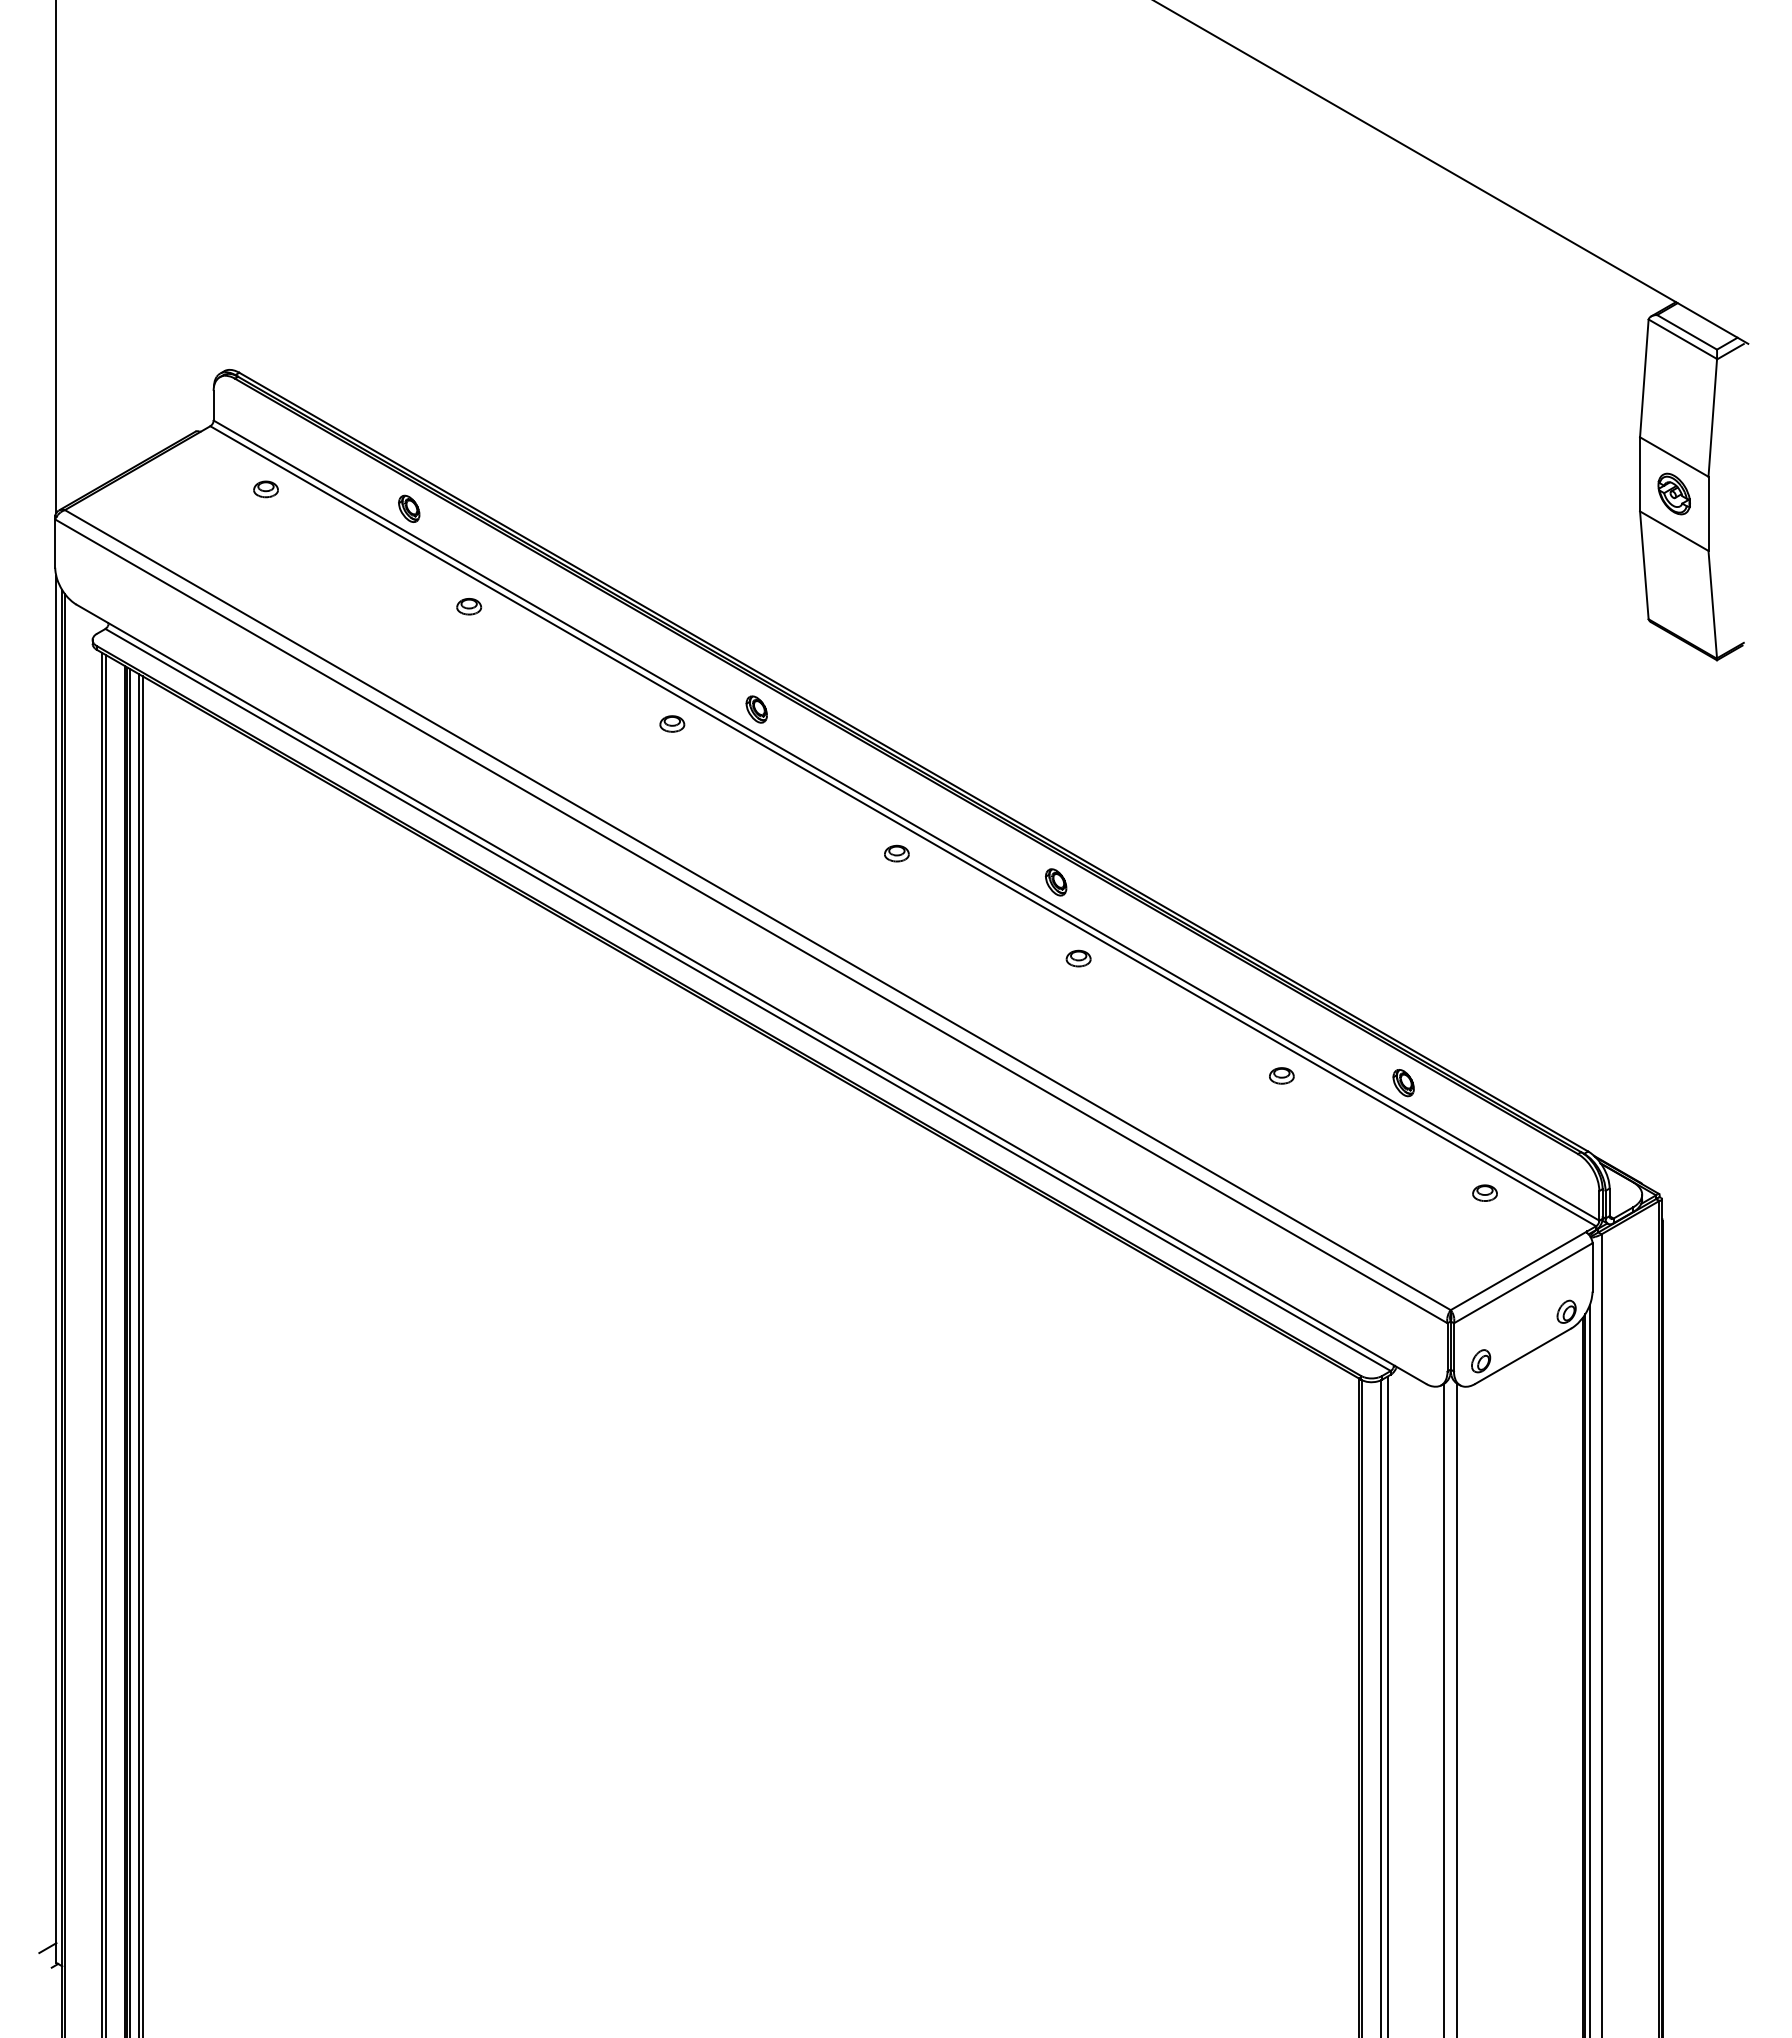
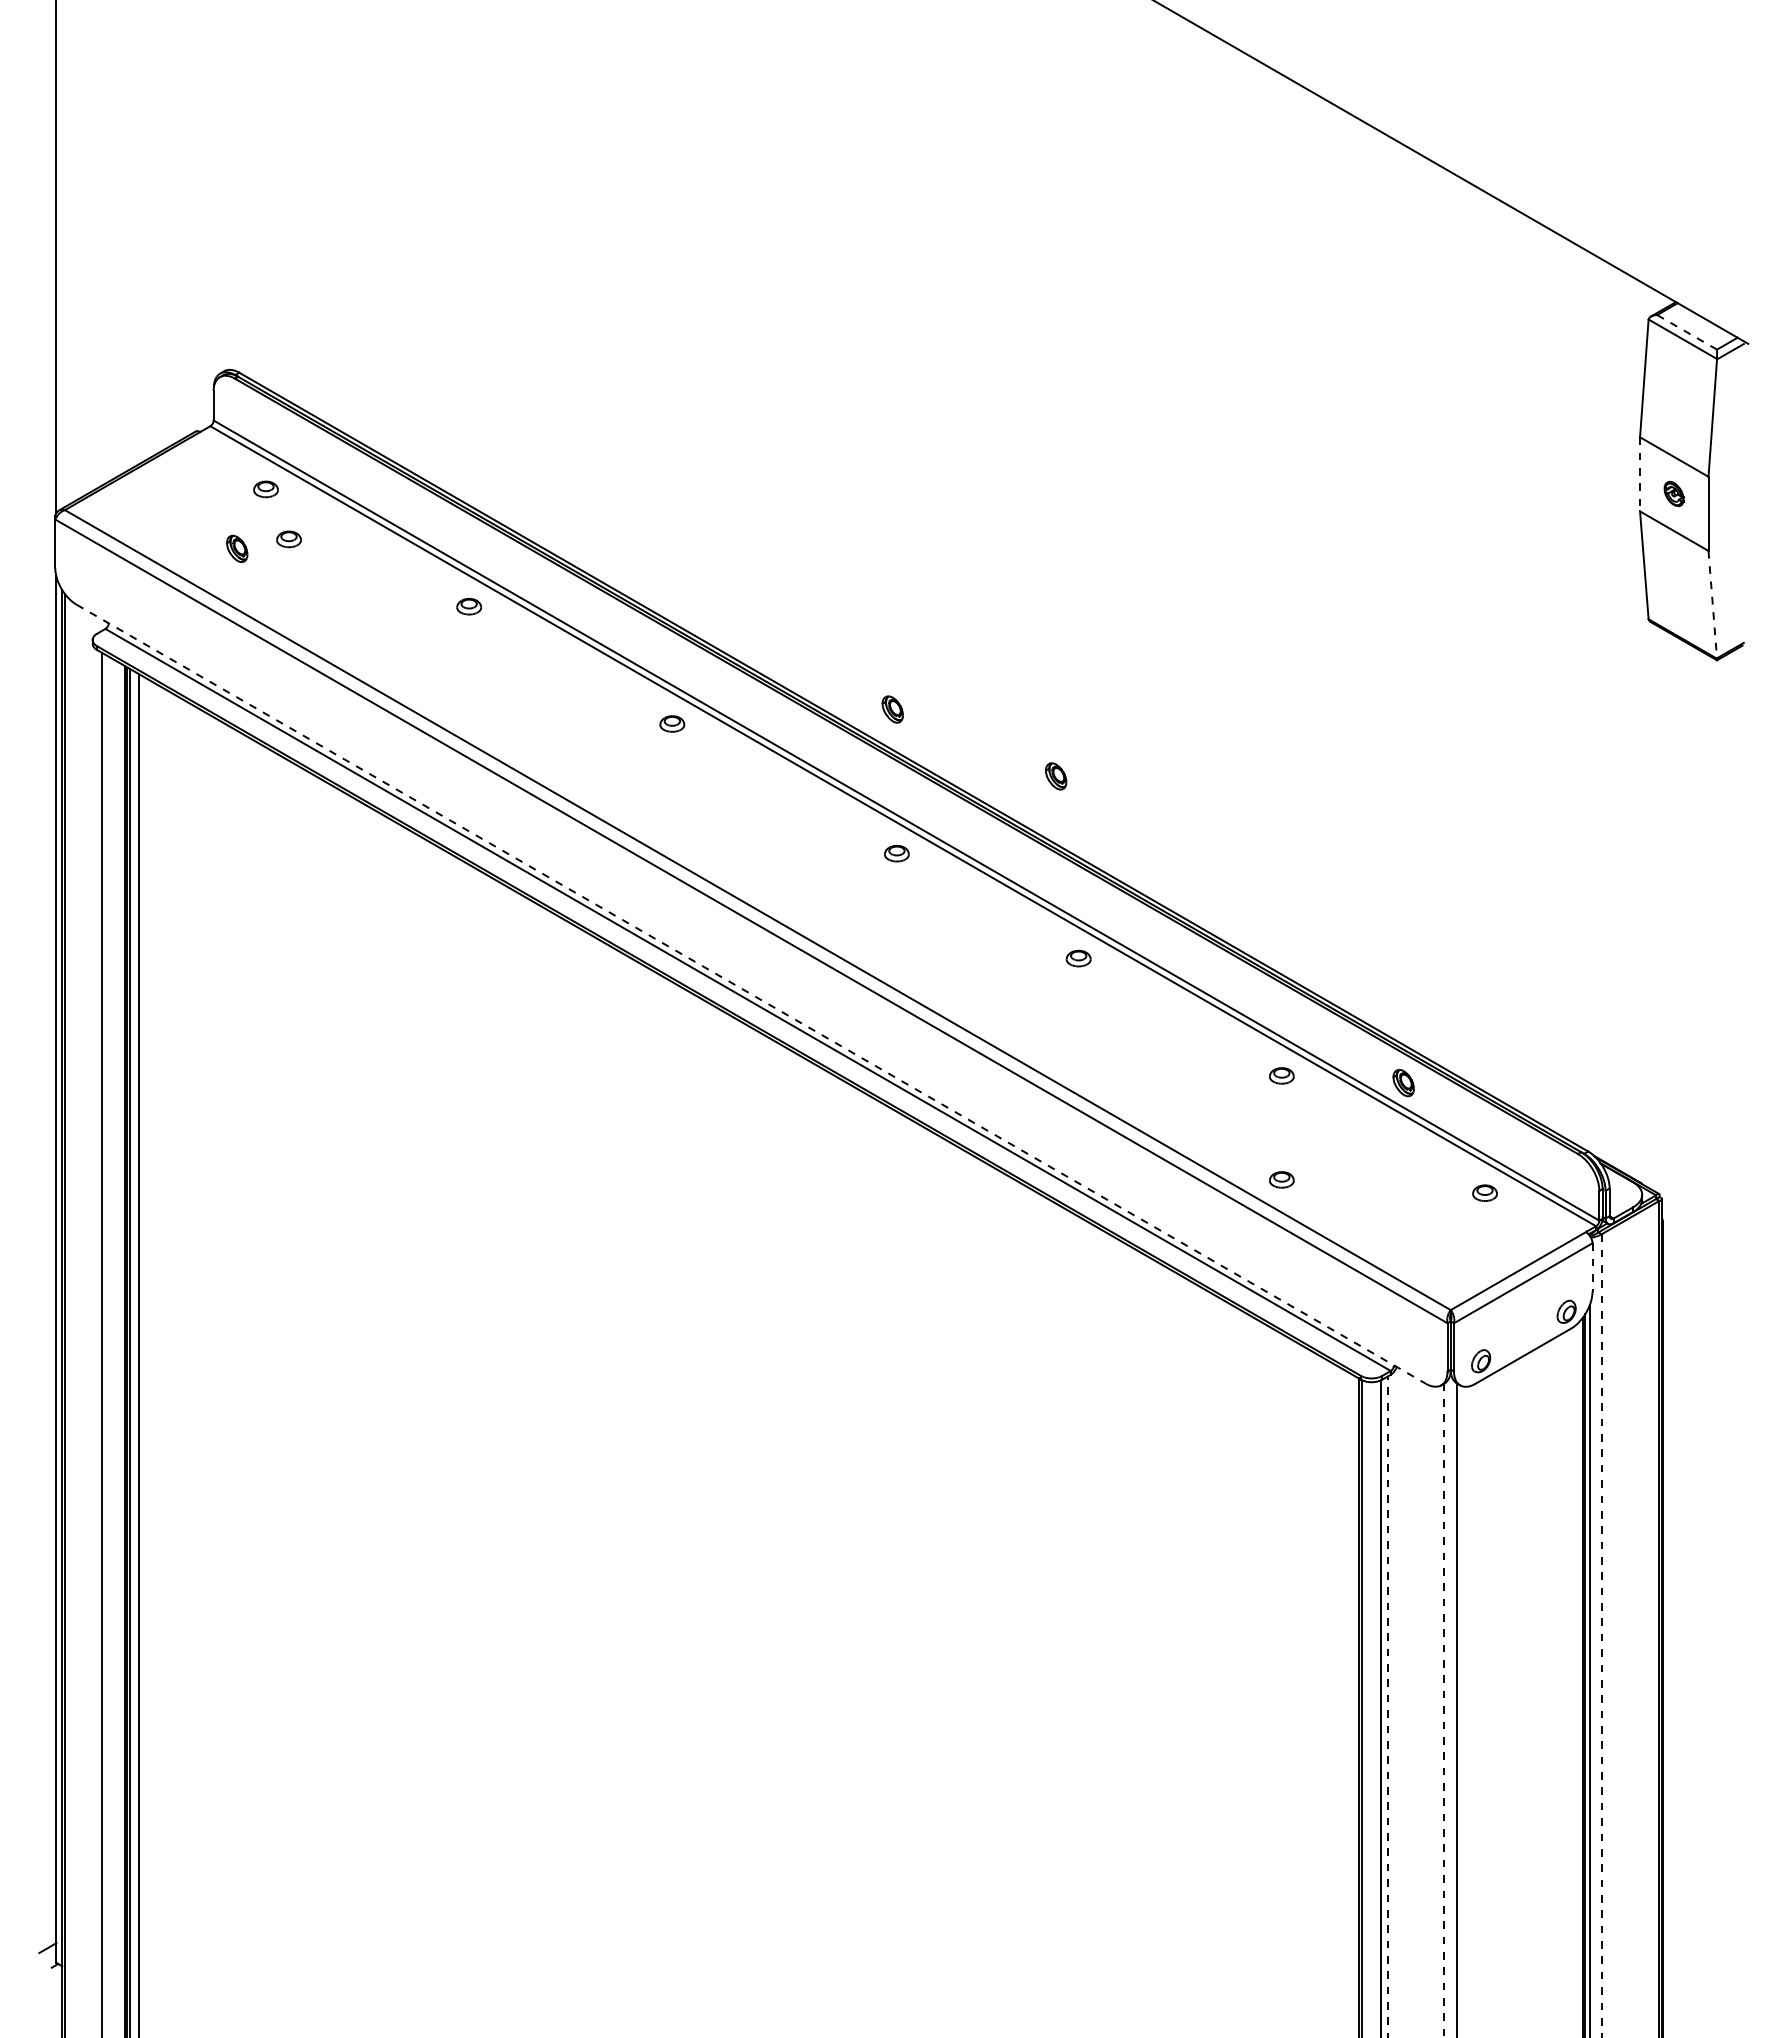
line at (1687, 332): solid -> dashed
line at (1640, 474): solid -> dashed
part at (1673, 493) size: 34x44 px -> 22x28 px
part at (409, 508) position: (409, 508) -> (237, 548)
part at (288, 539): none -> present
line at (1712, 604): solid -> dashed
part at (756, 709) position: (756, 709) -> (892, 709)
part at (1056, 882) position: (1056, 882) -> (1056, 776)
line at (751, 994): solid -> dashed
part at (1281, 1179): none -> present
line at (1592, 1267): solid -> dashed
line at (105, 1344): present -> none
line at (142, 1355): present -> none
line at (1601, 1636): solid -> dashed
line at (1387, 1706): solid -> dashed
line at (1444, 1710): solid -> dashed
